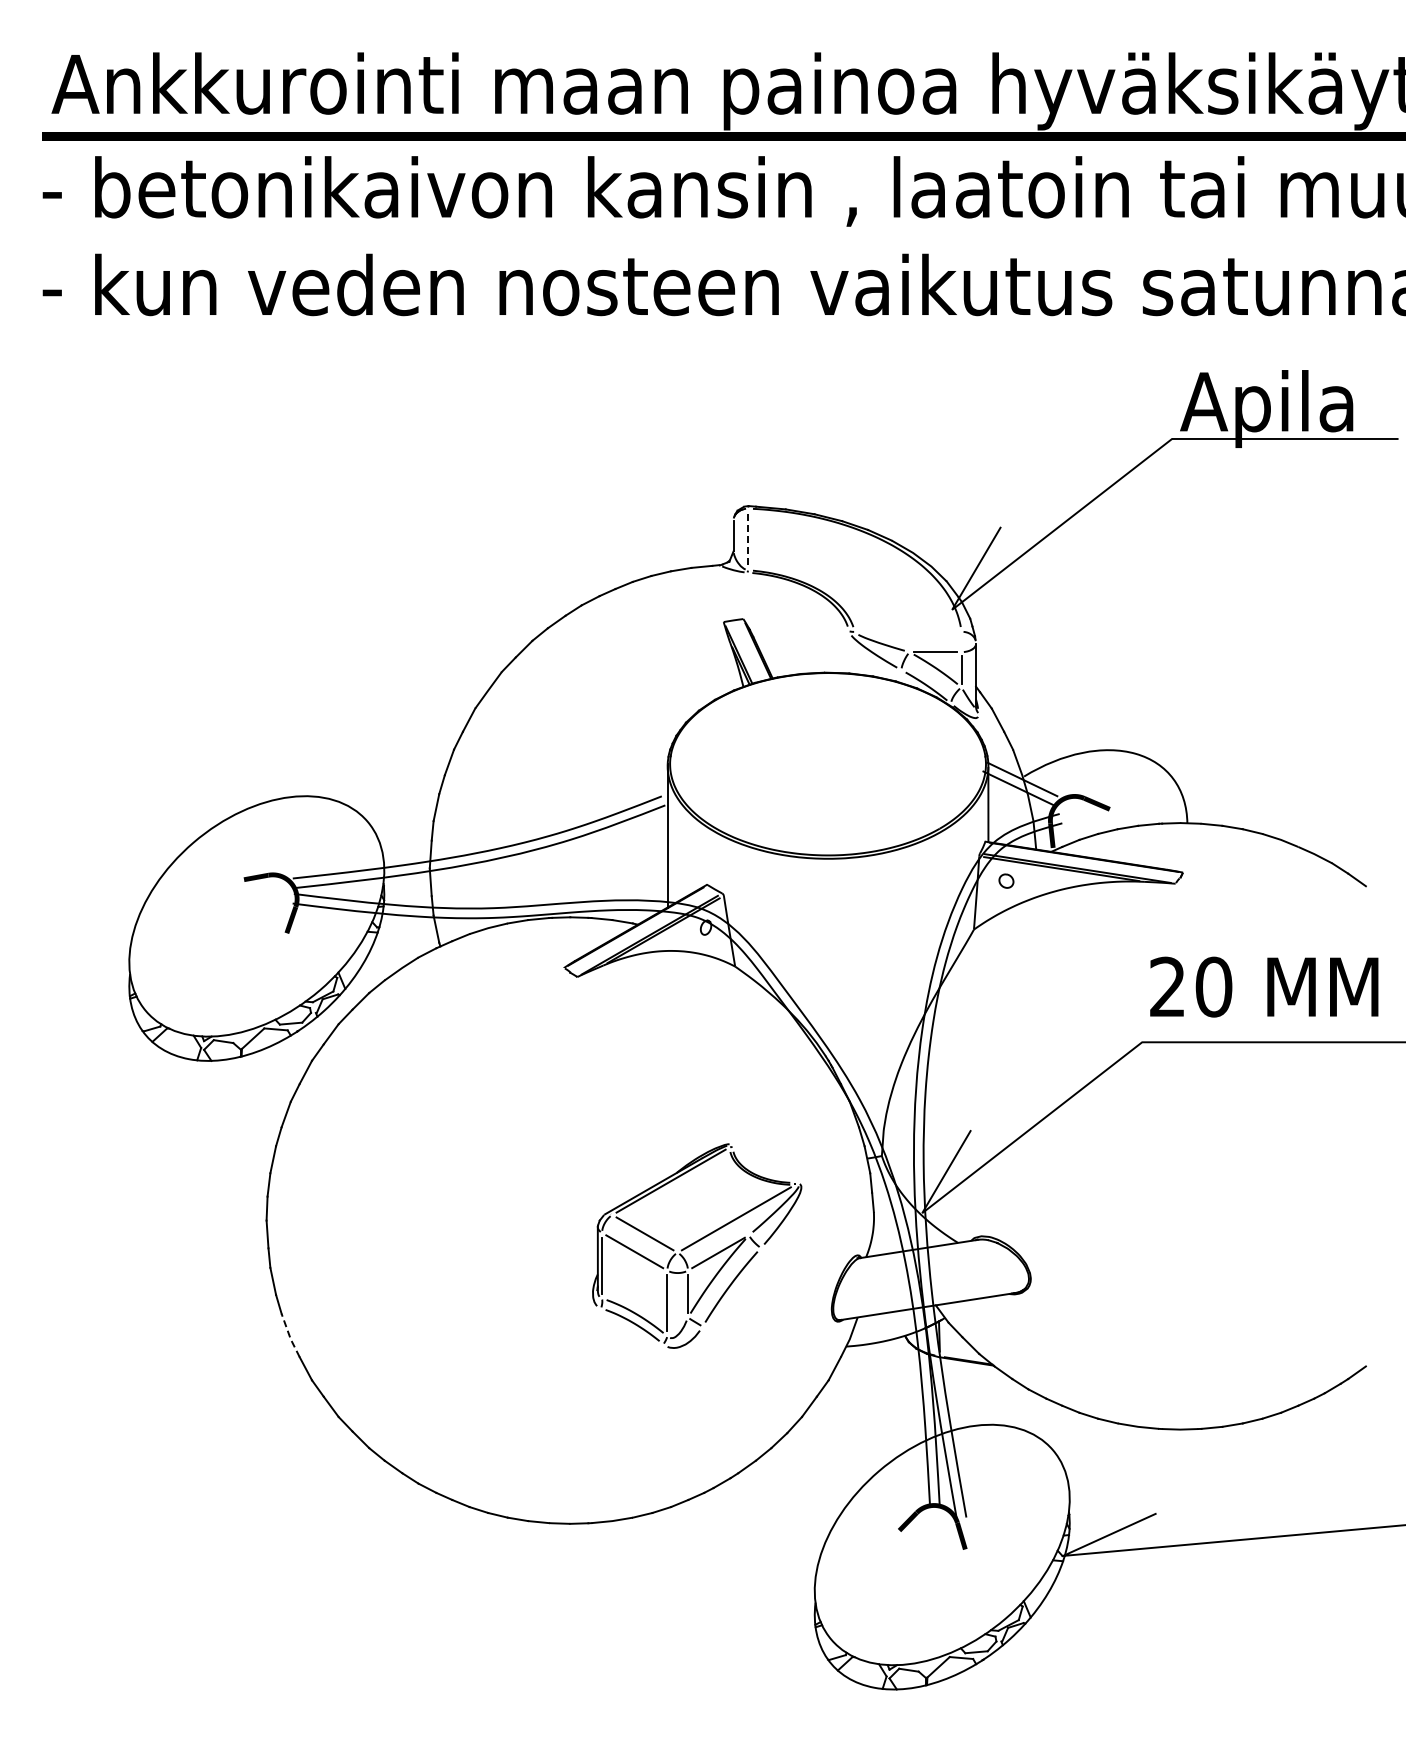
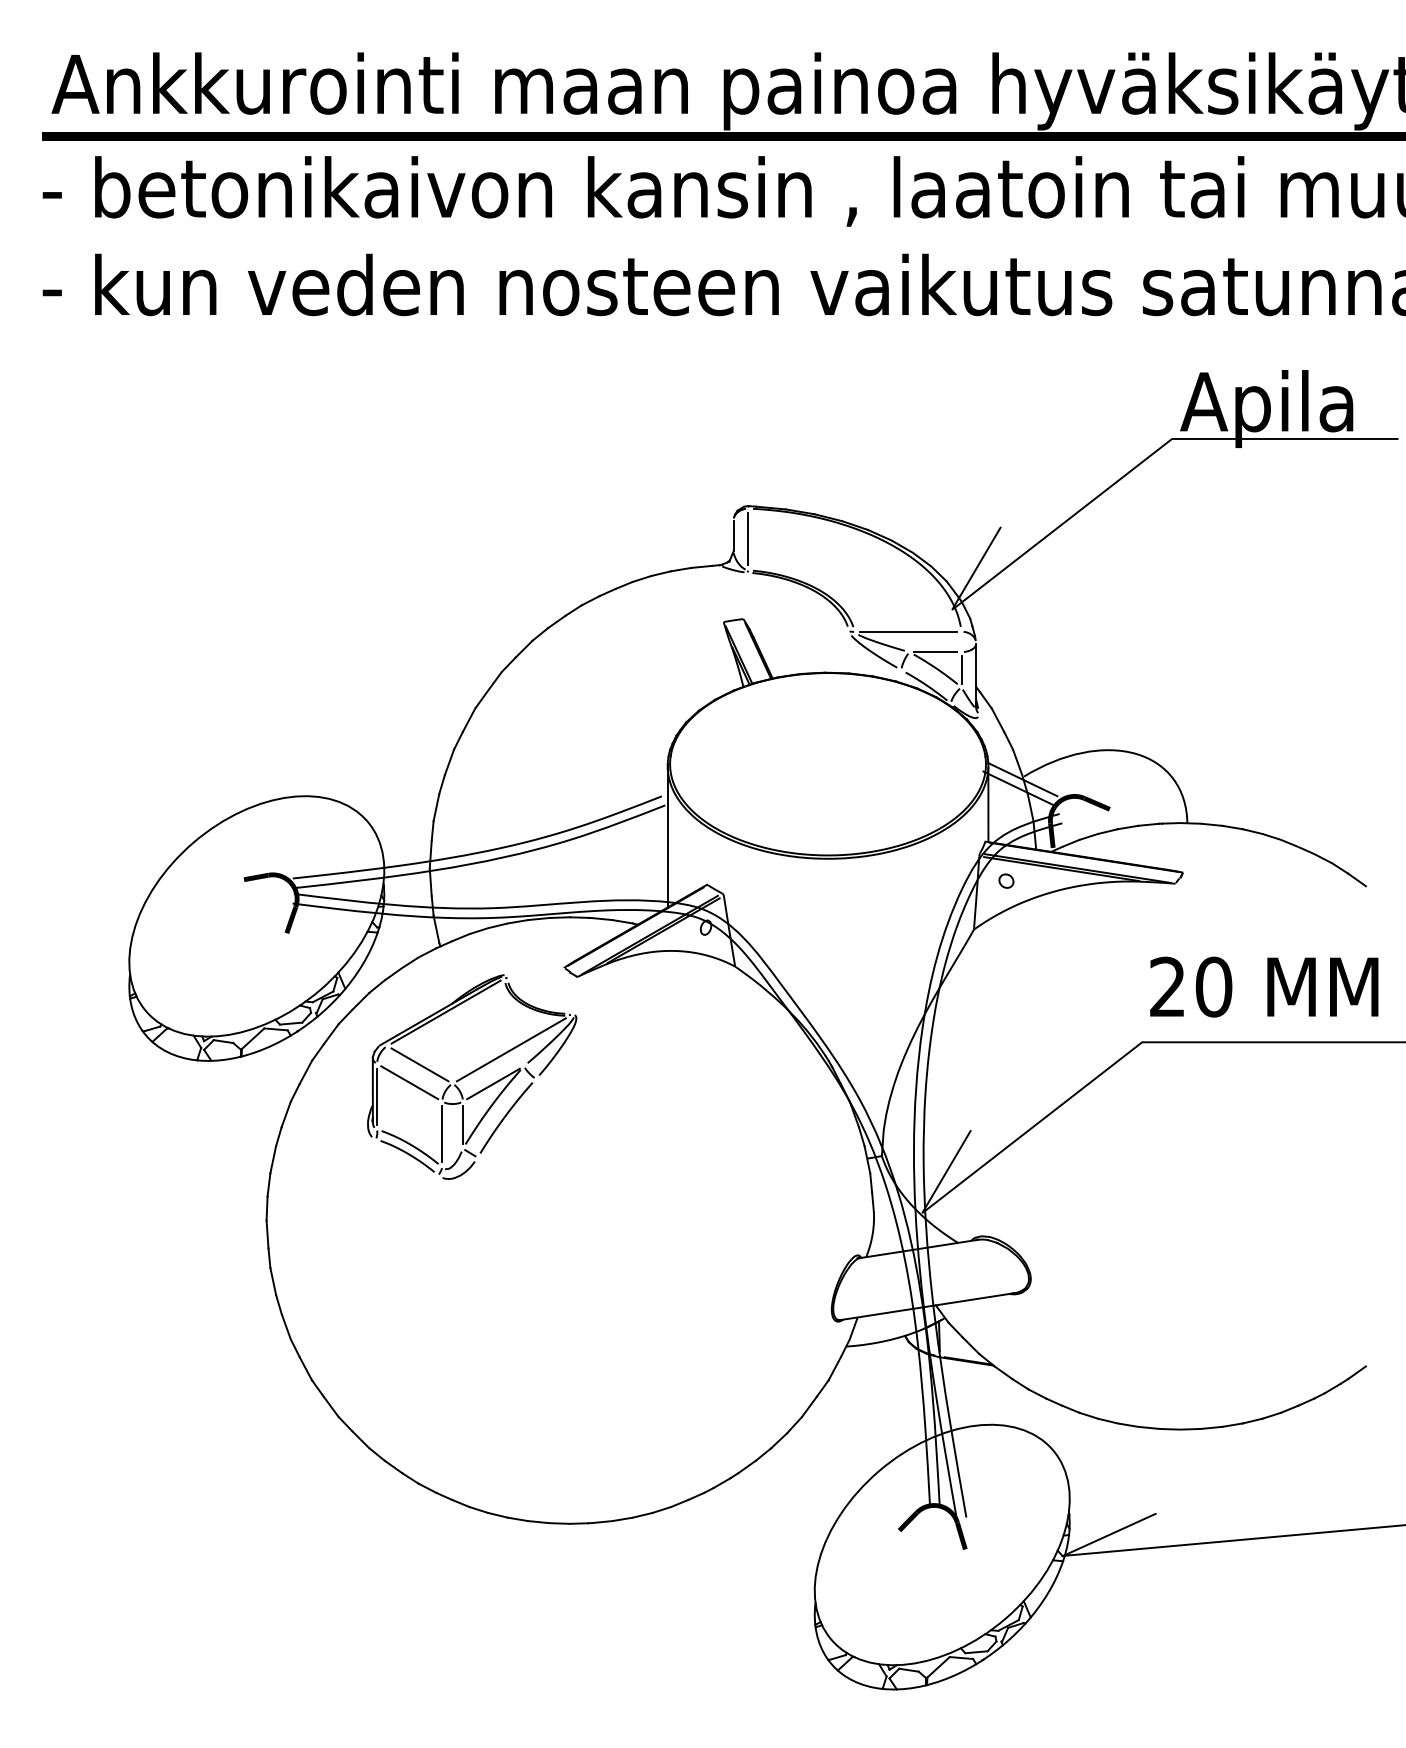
line at (748, 539): dashed -> solid
line at (907, 631): none -> present
part at (697, 1245) position: (697, 1245) -> (472, 1076)
line at (289, 1335): dashed -> solid
